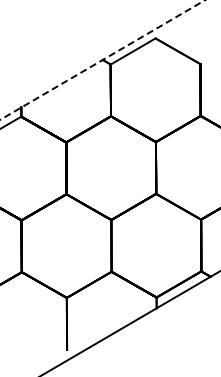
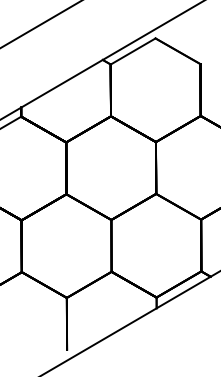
line at (40, 24): none -> present
line at (102, 59): dashed -> solid
